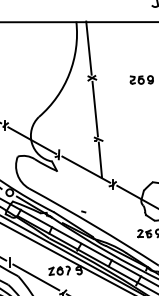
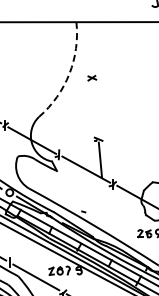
line at (88, 47): present -> none
arc at (69, 73): solid -> dashed
part at (141, 79): present -> none
line at (94, 108): present -> none
